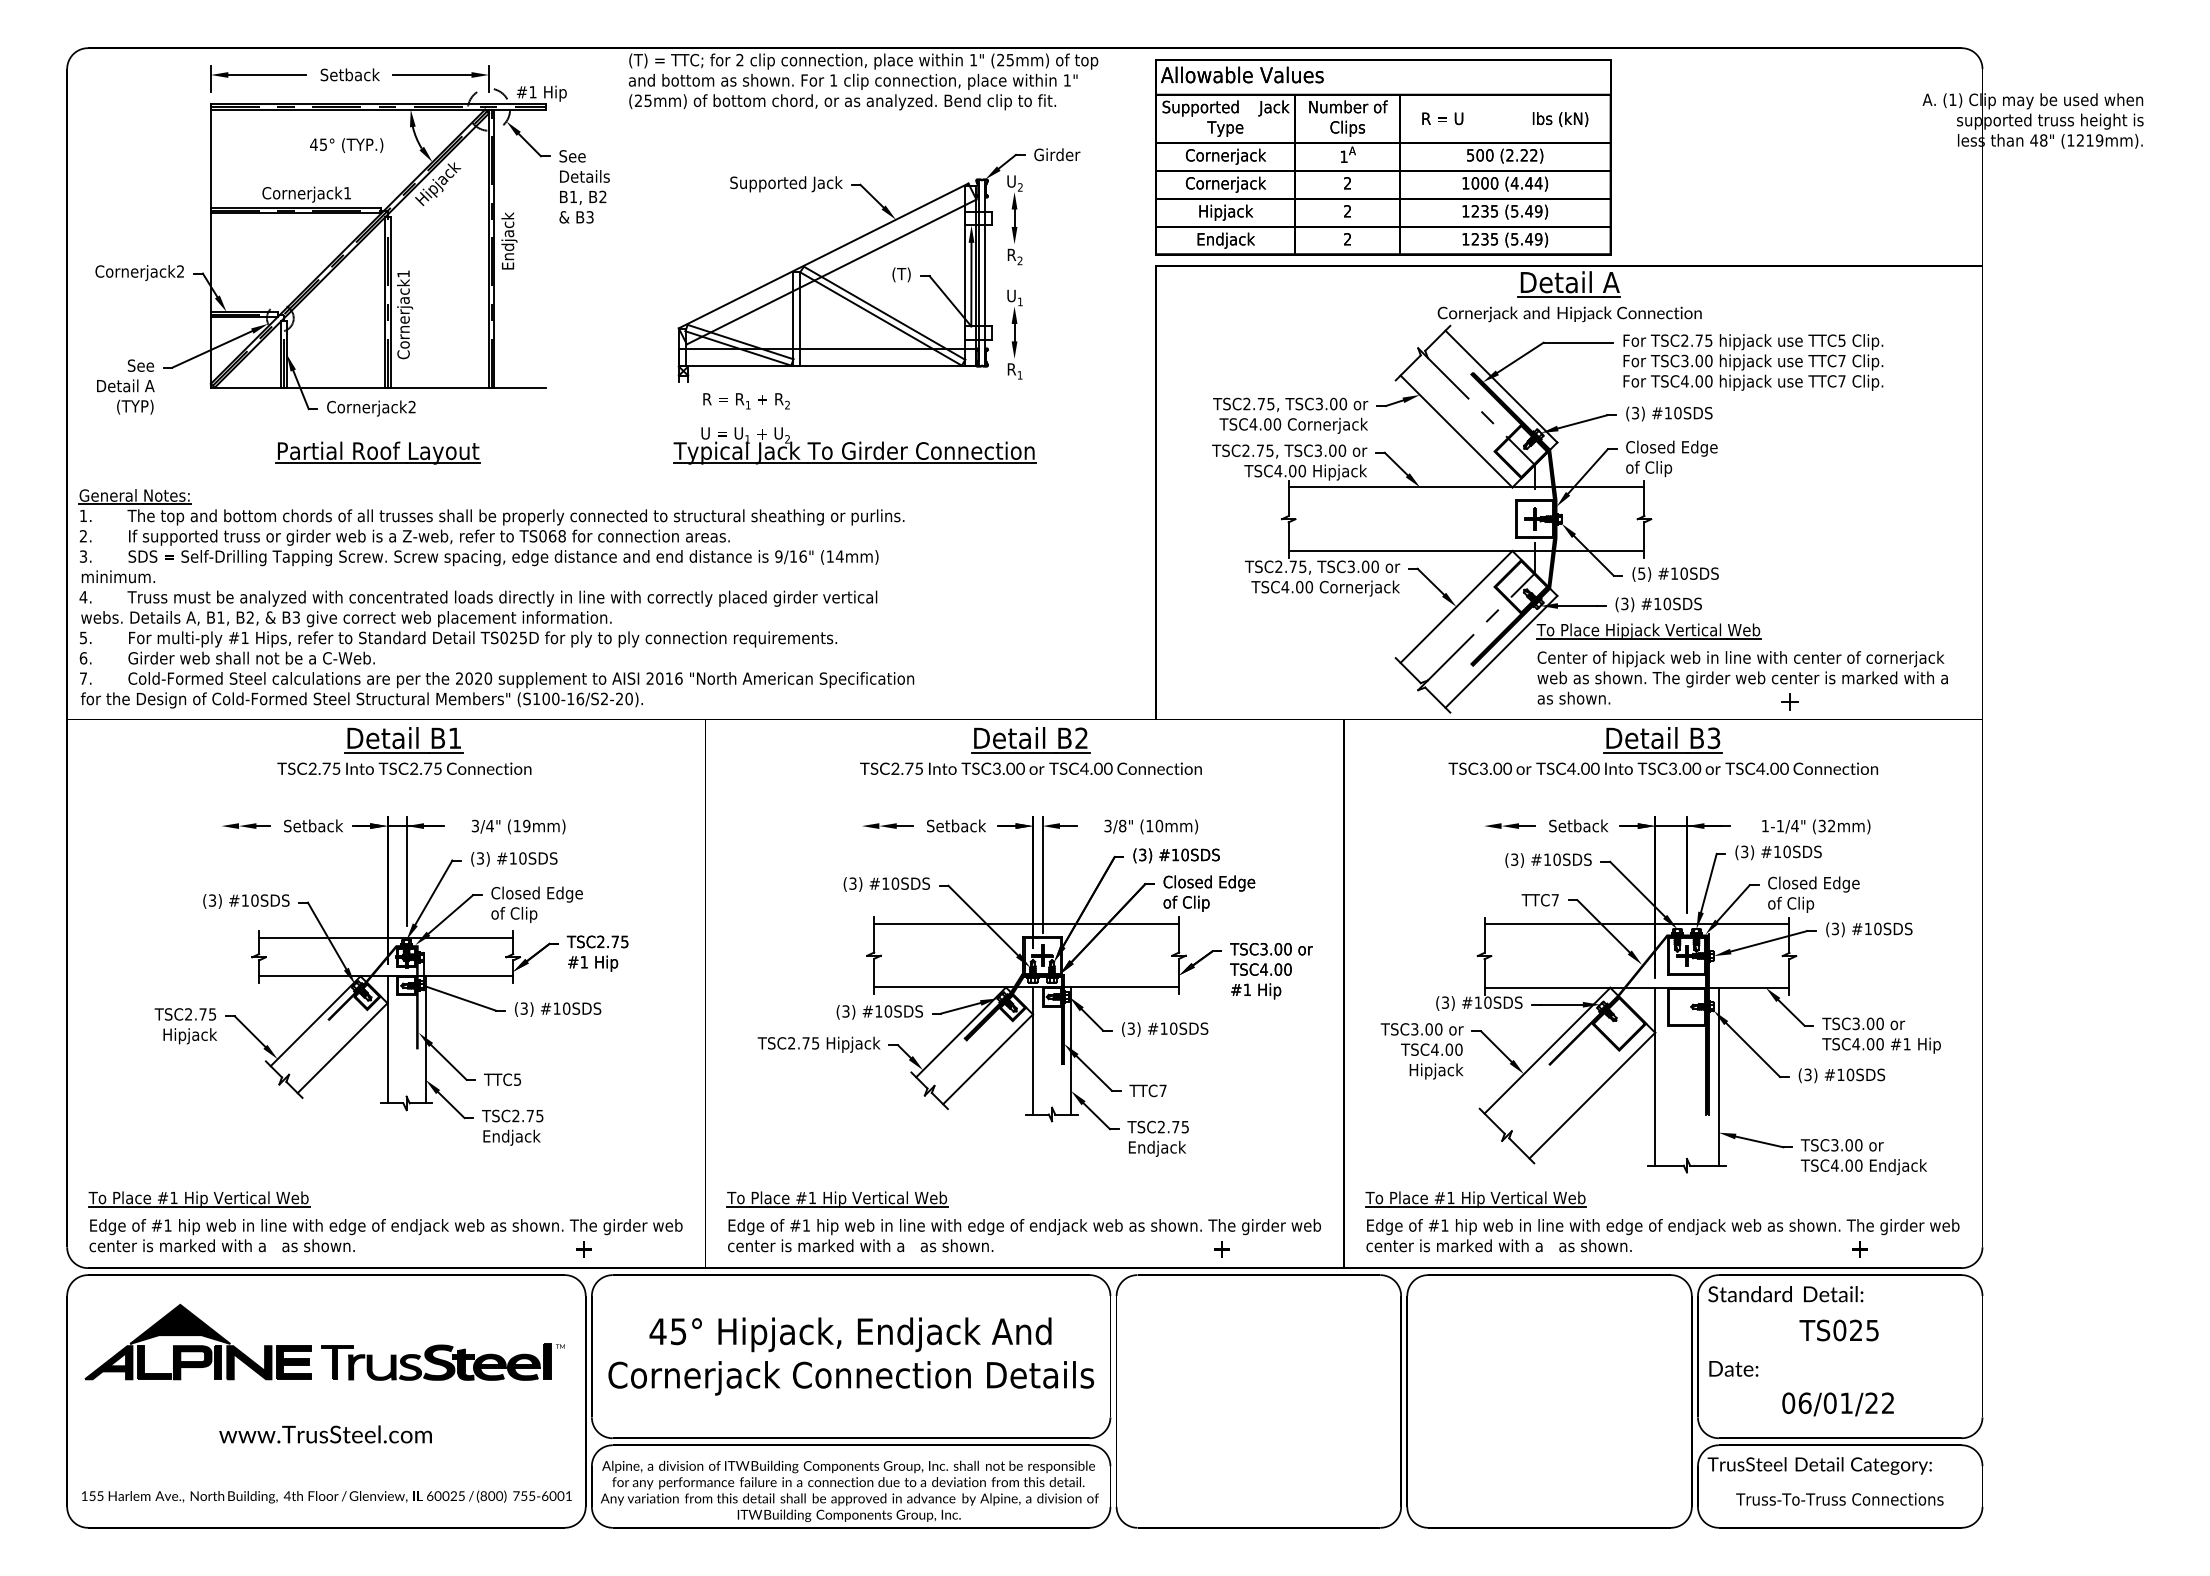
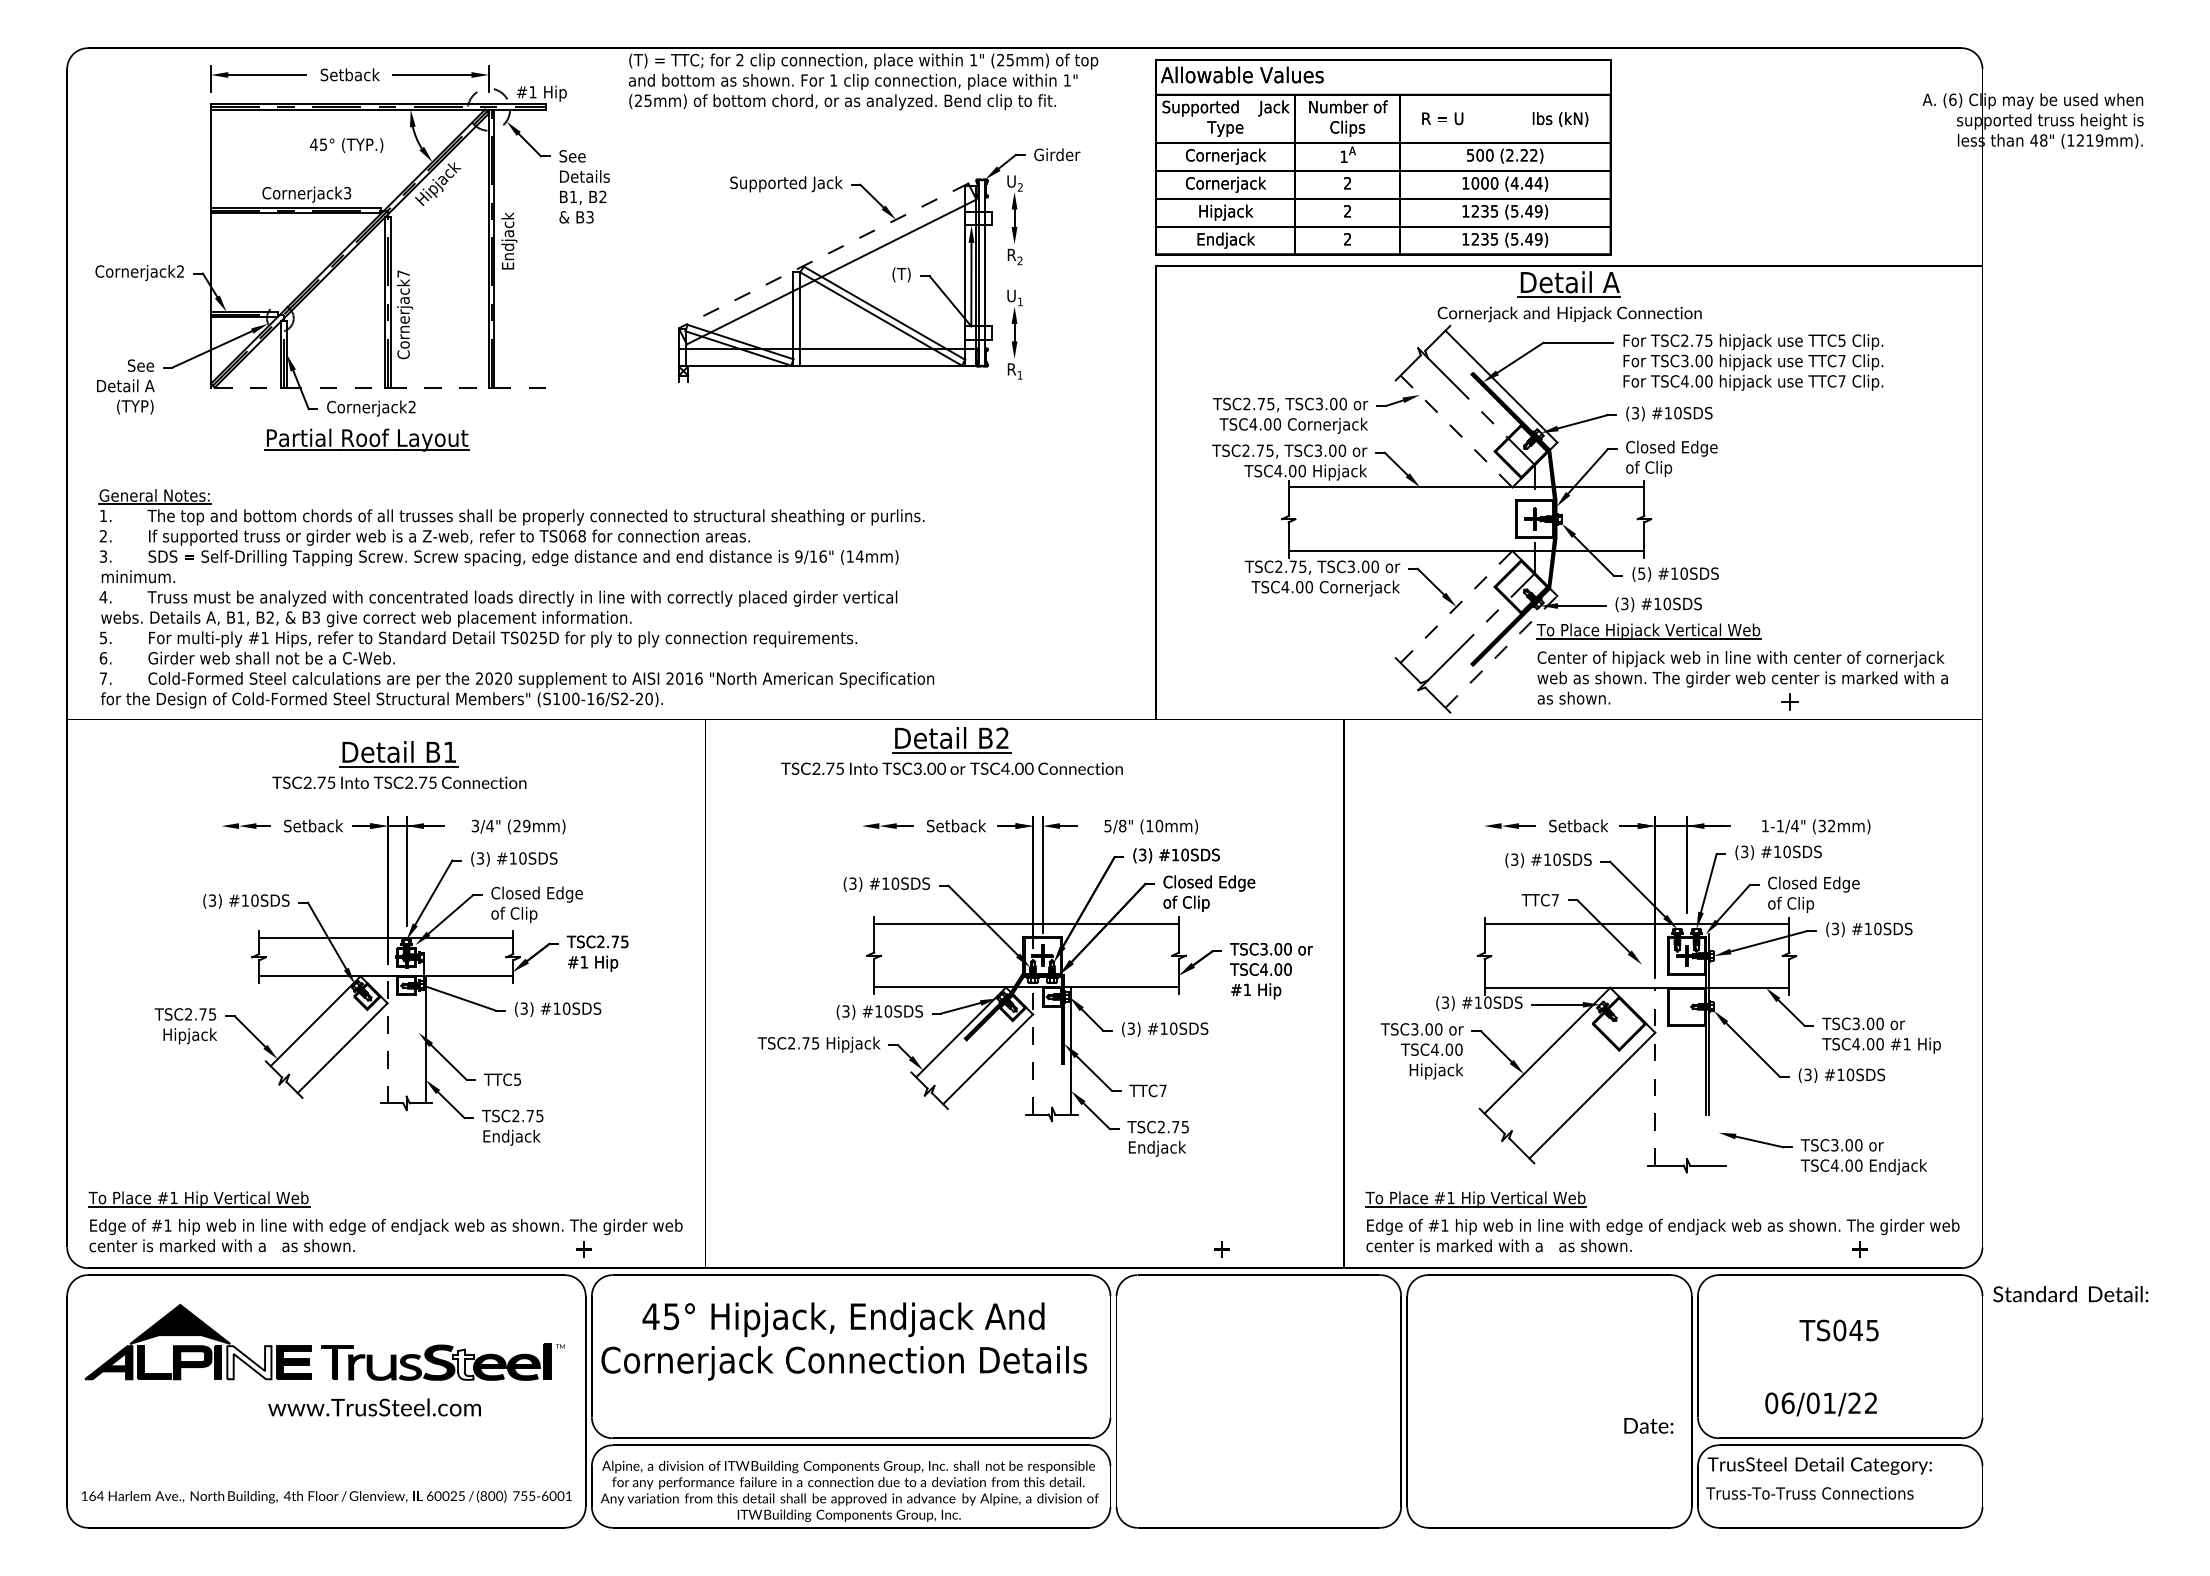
text at (1952, 99): A.^I(1) -> A.^I(6)
text at (347, 193): Cornerjack1 -> Cornerjack3
line at (823, 255): solid -> dashed
text at (403, 273): Cornerjack1 -> Cornerjack7
line at (378, 387): solid -> dashed
line at (1456, 431): solid -> dashed
part at (859, 441): present -> none
part at (377, 452) position: (377, 452) -> (366, 439)
part at (496, 598) position: (496, 598) -> (516, 598)
line at (1456, 606): solid -> dashed
line at (1501, 651): solid -> dashed
part at (404, 750) position: (404, 750) -> (399, 764)
part at (1030, 750) position: (1030, 750) -> (951, 750)
part at (1662, 750): present -> none
text at (516, 825): (19mm) -> (29mm)
text at (1108, 825): 3/8" -> 5/8"
fill at (372, 997): present -> none
fill at (1628, 1024): present -> none
line at (387, 1039): solid -> dashed
line at (1033, 1050): solid -> dashed
line at (1655, 1076): solid -> dashed
line at (1718, 1076): present -> none
part at (1023, 1221): present -> none
text at (1785, 1294) position: (1785, 1294) -> (2070, 1294)
text at (1856, 1329): TS025 -> TS045
text at (851, 1356) position: (851, 1356) -> (844, 1341)
fill at (249, 1362): present -> none
fill at (462, 1364): present -> none
text at (1733, 1368) position: (1733, 1368) -> (1648, 1425)
text at (1837, 1404) position: (1837, 1404) -> (1820, 1404)
text at (325, 1434) position: (325, 1434) -> (374, 1407)
text at (96, 1495): 155 -> 164
text at (1839, 1498) position: (1839, 1498) -> (1809, 1492)
